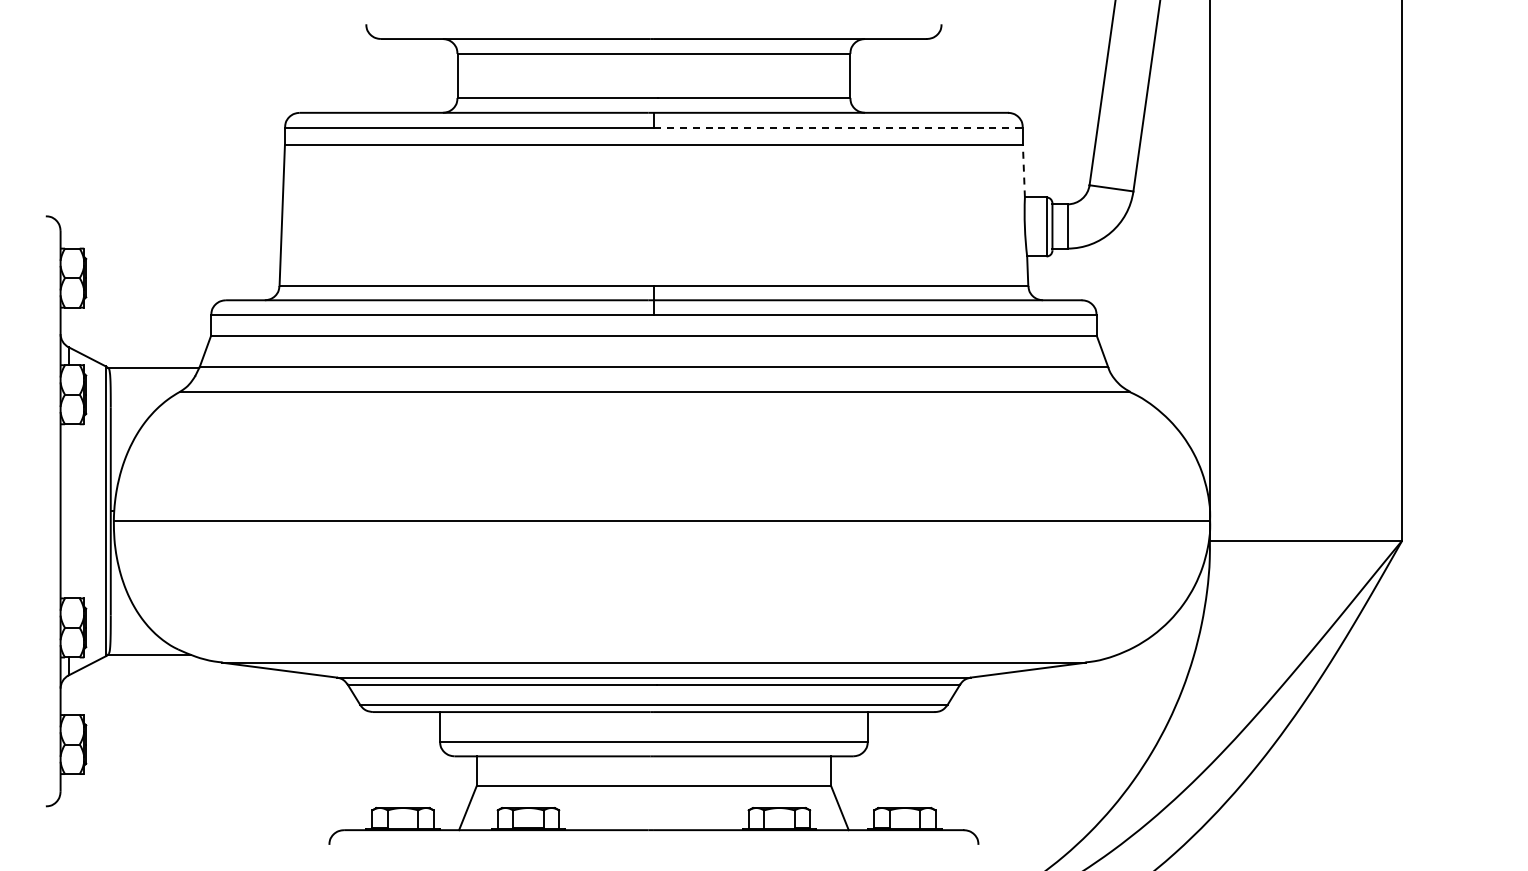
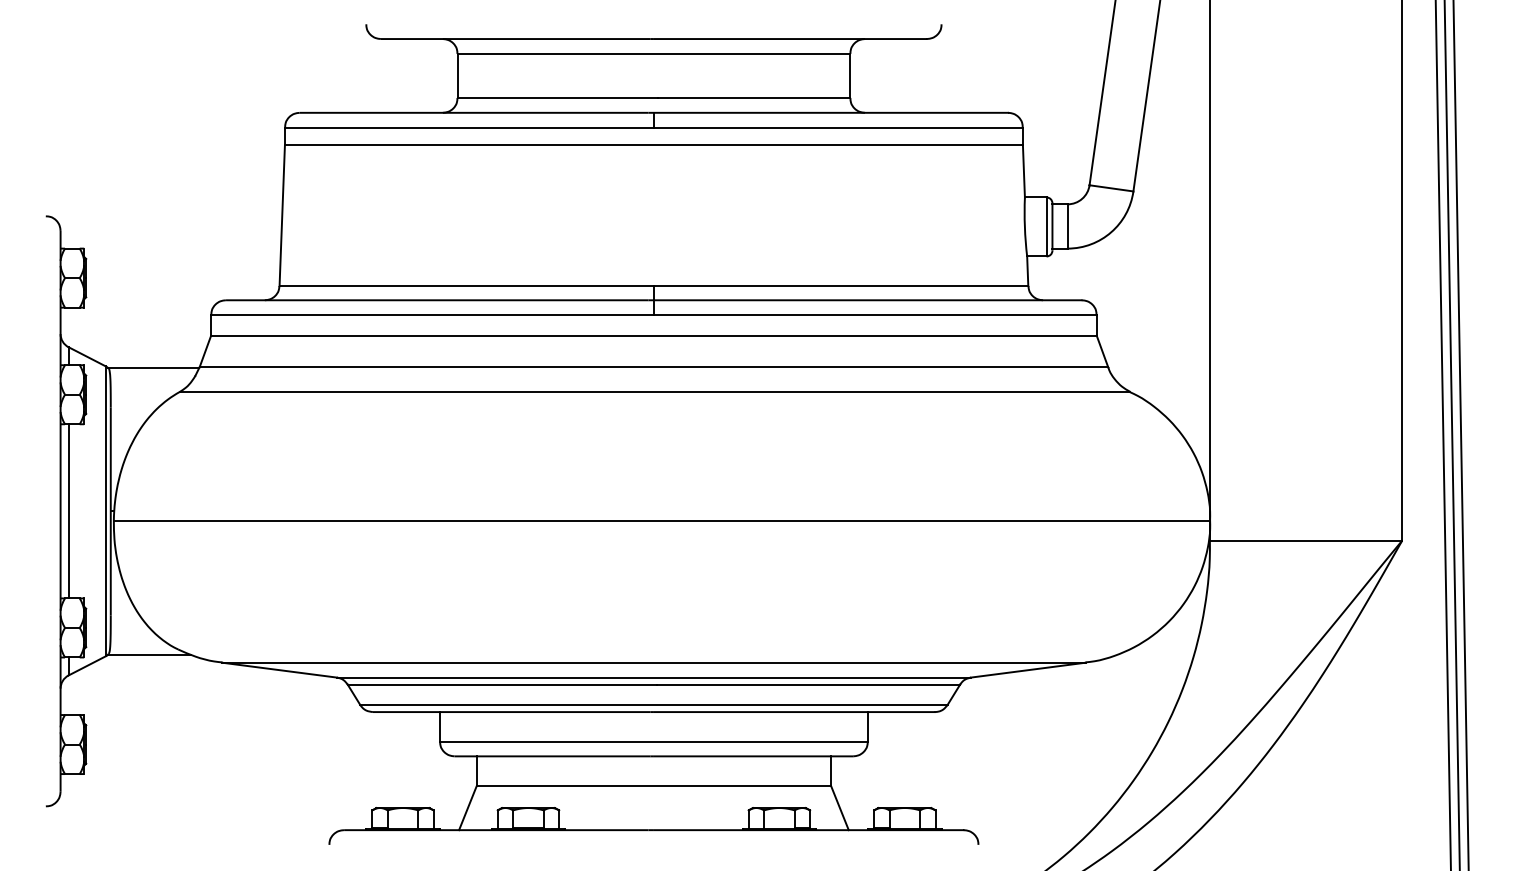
line at (838, 127): dashed -> solid
line at (1023, 170): dashed -> solid
line at (1442, 434): none -> present
line at (1451, 434): none -> present
line at (1460, 434): none -> present
line at (68, 511): none -> present
